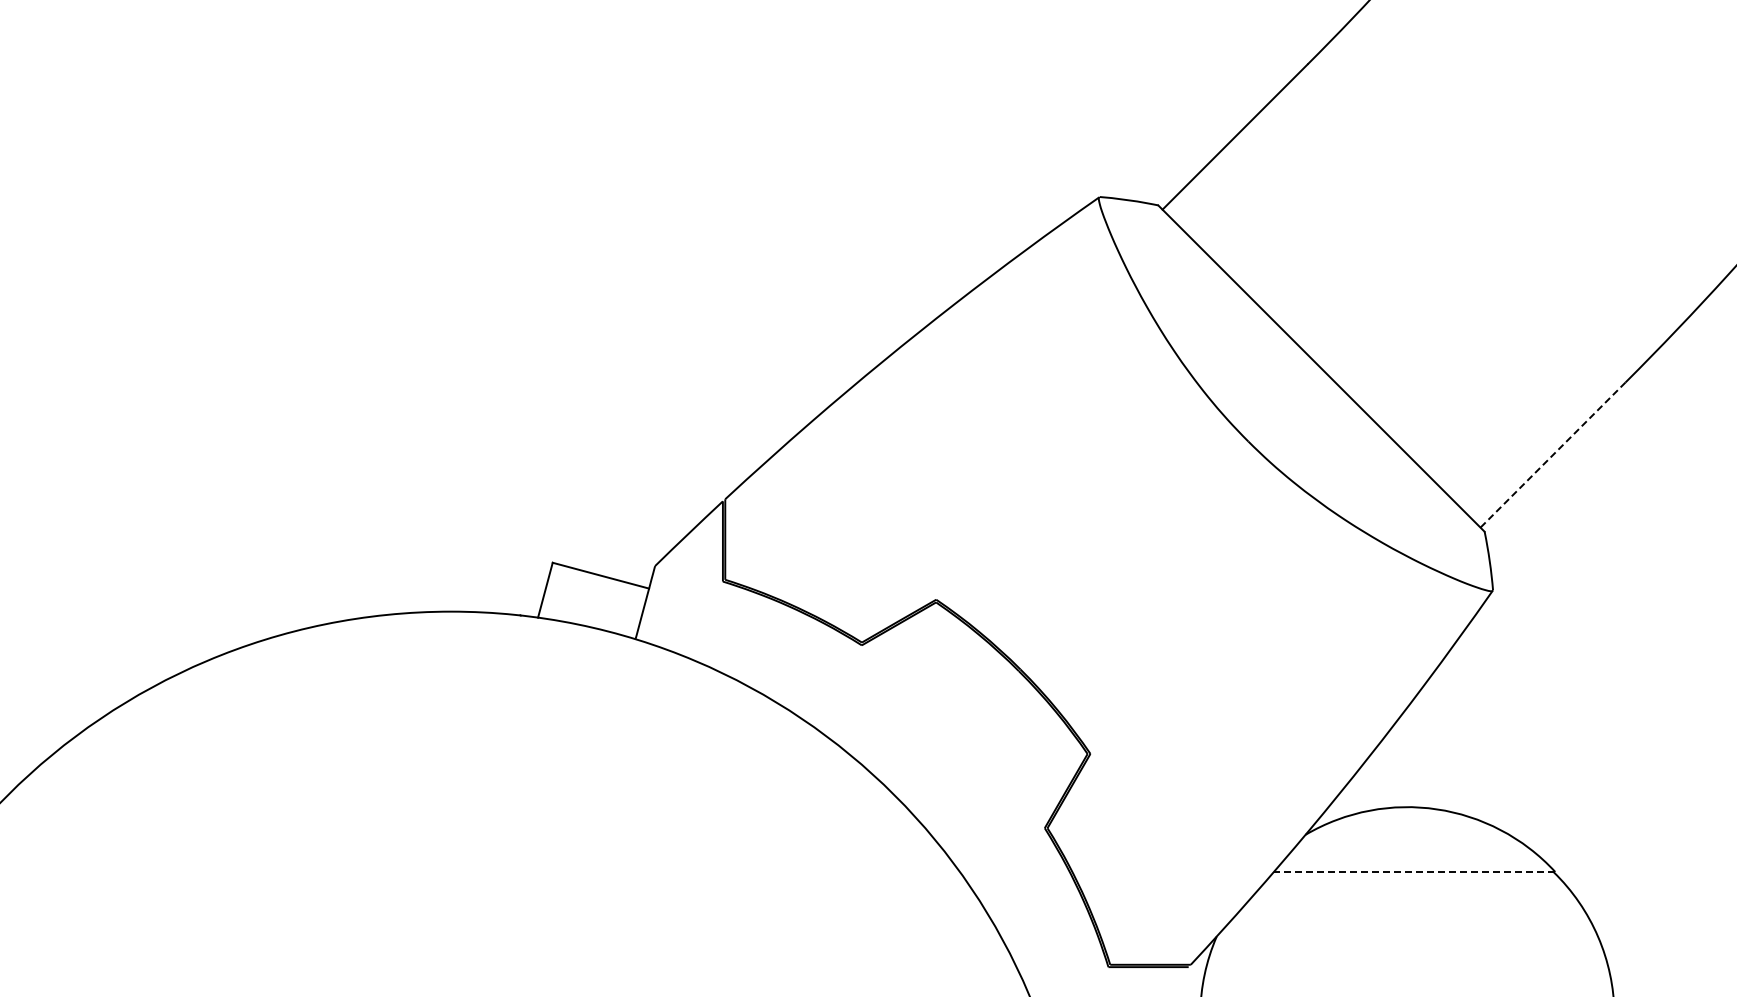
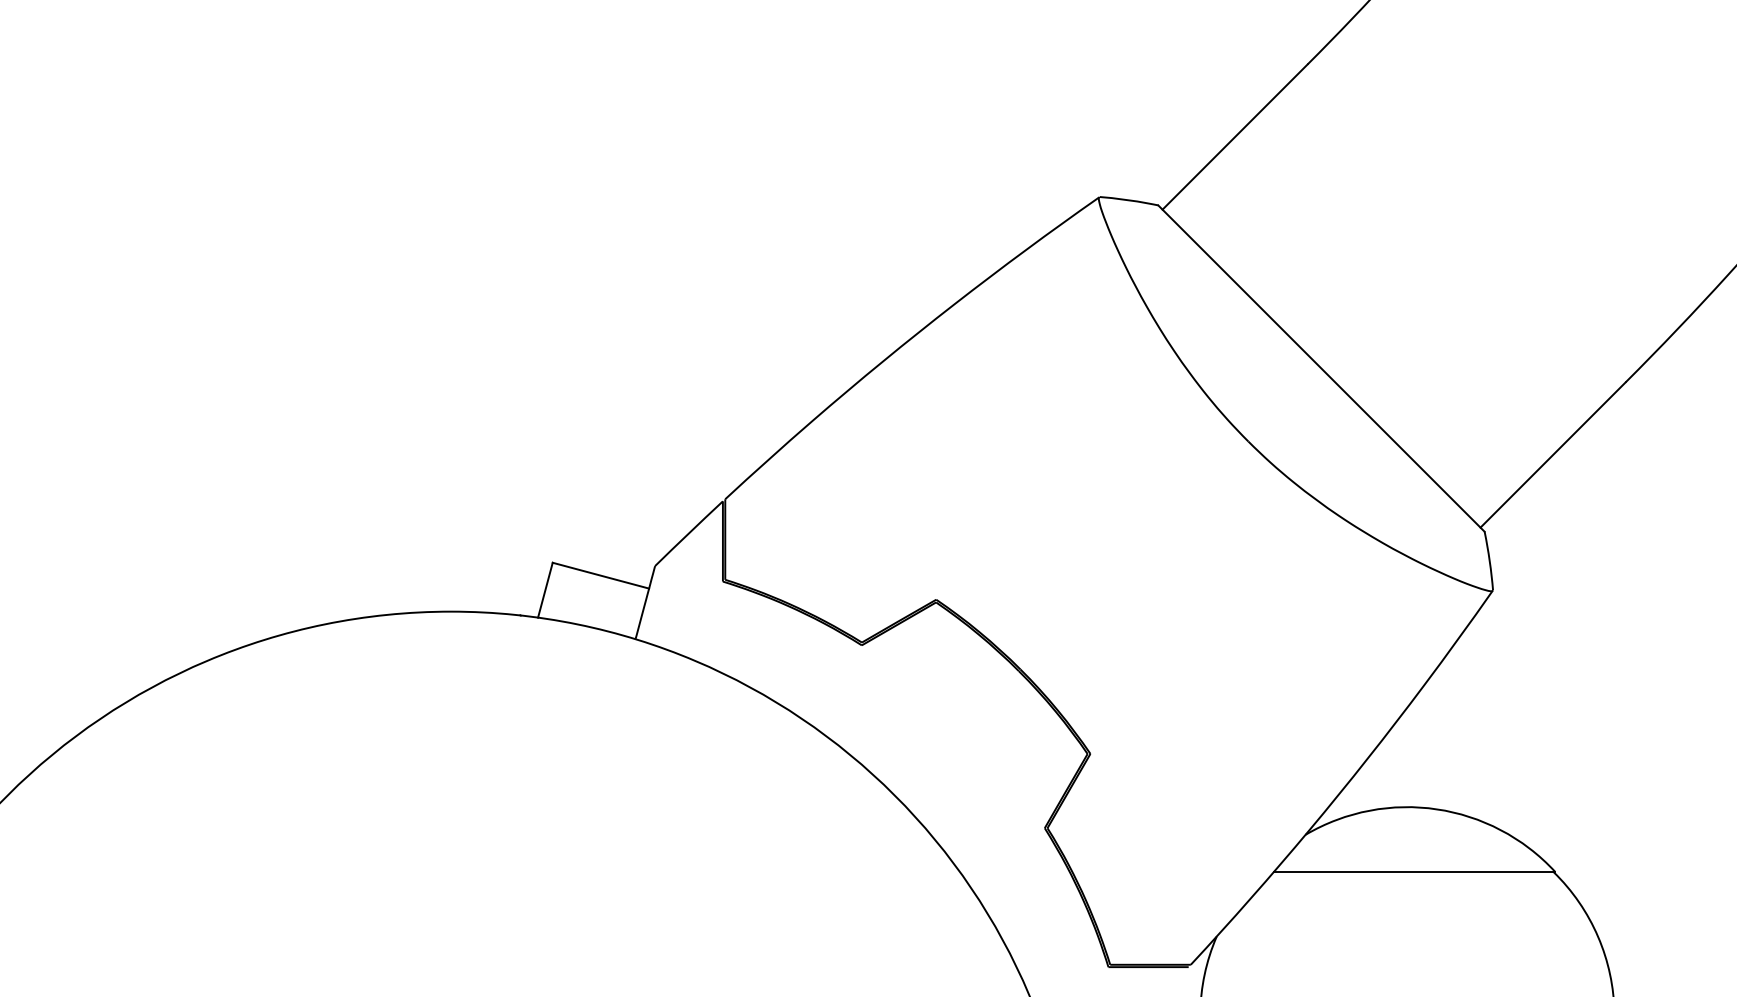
line at (1553, 455): dashed -> solid
line at (1414, 872): dashed -> solid
